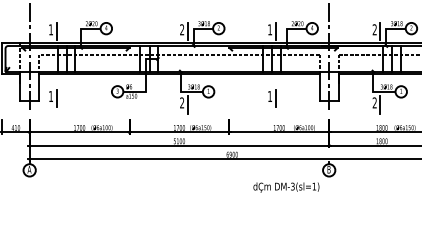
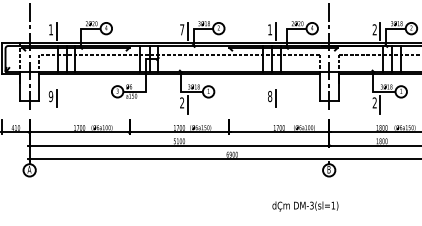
text at (182, 29): 2 -> 7
text at (50, 96): 1 -> 9
text at (270, 96): 1 -> 8
text at (286, 187) position: (286, 187) -> (305, 206)
